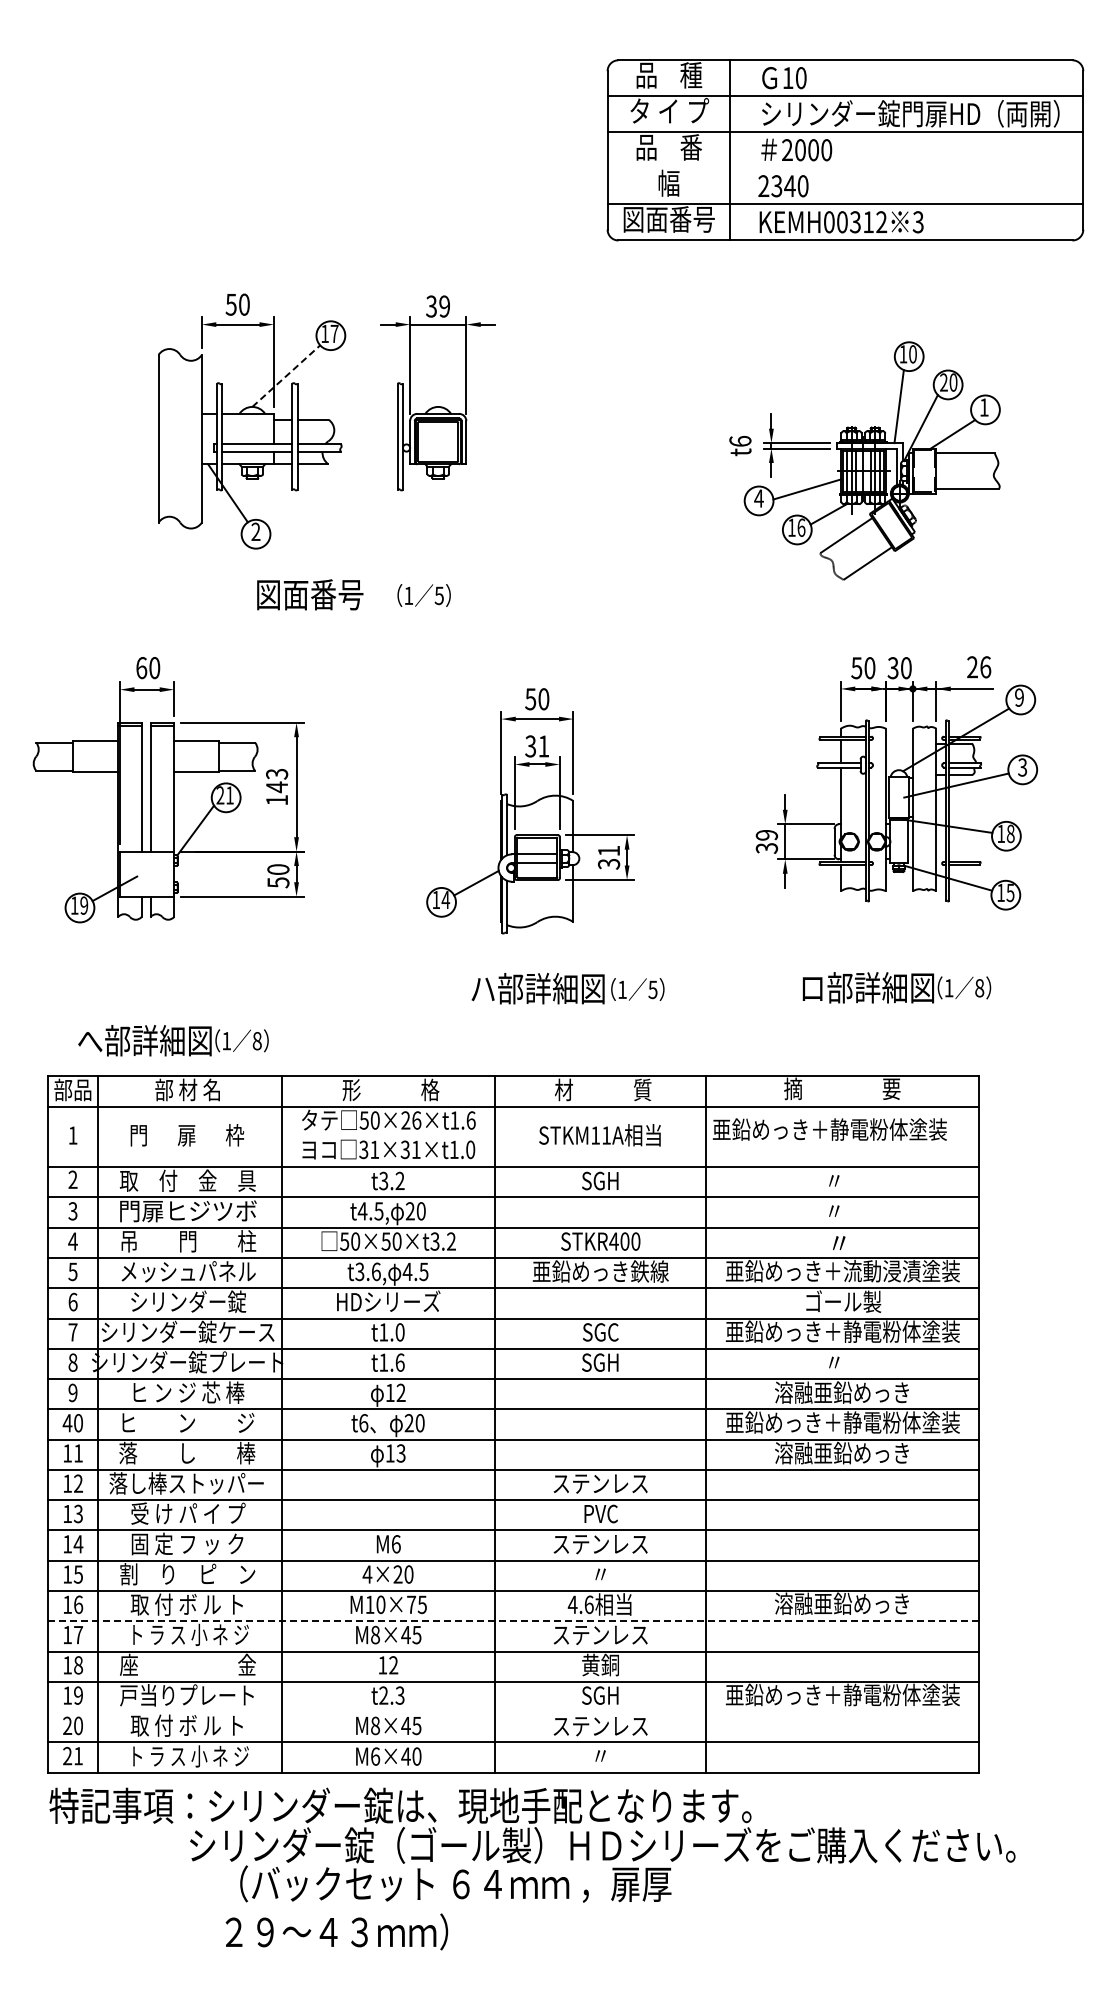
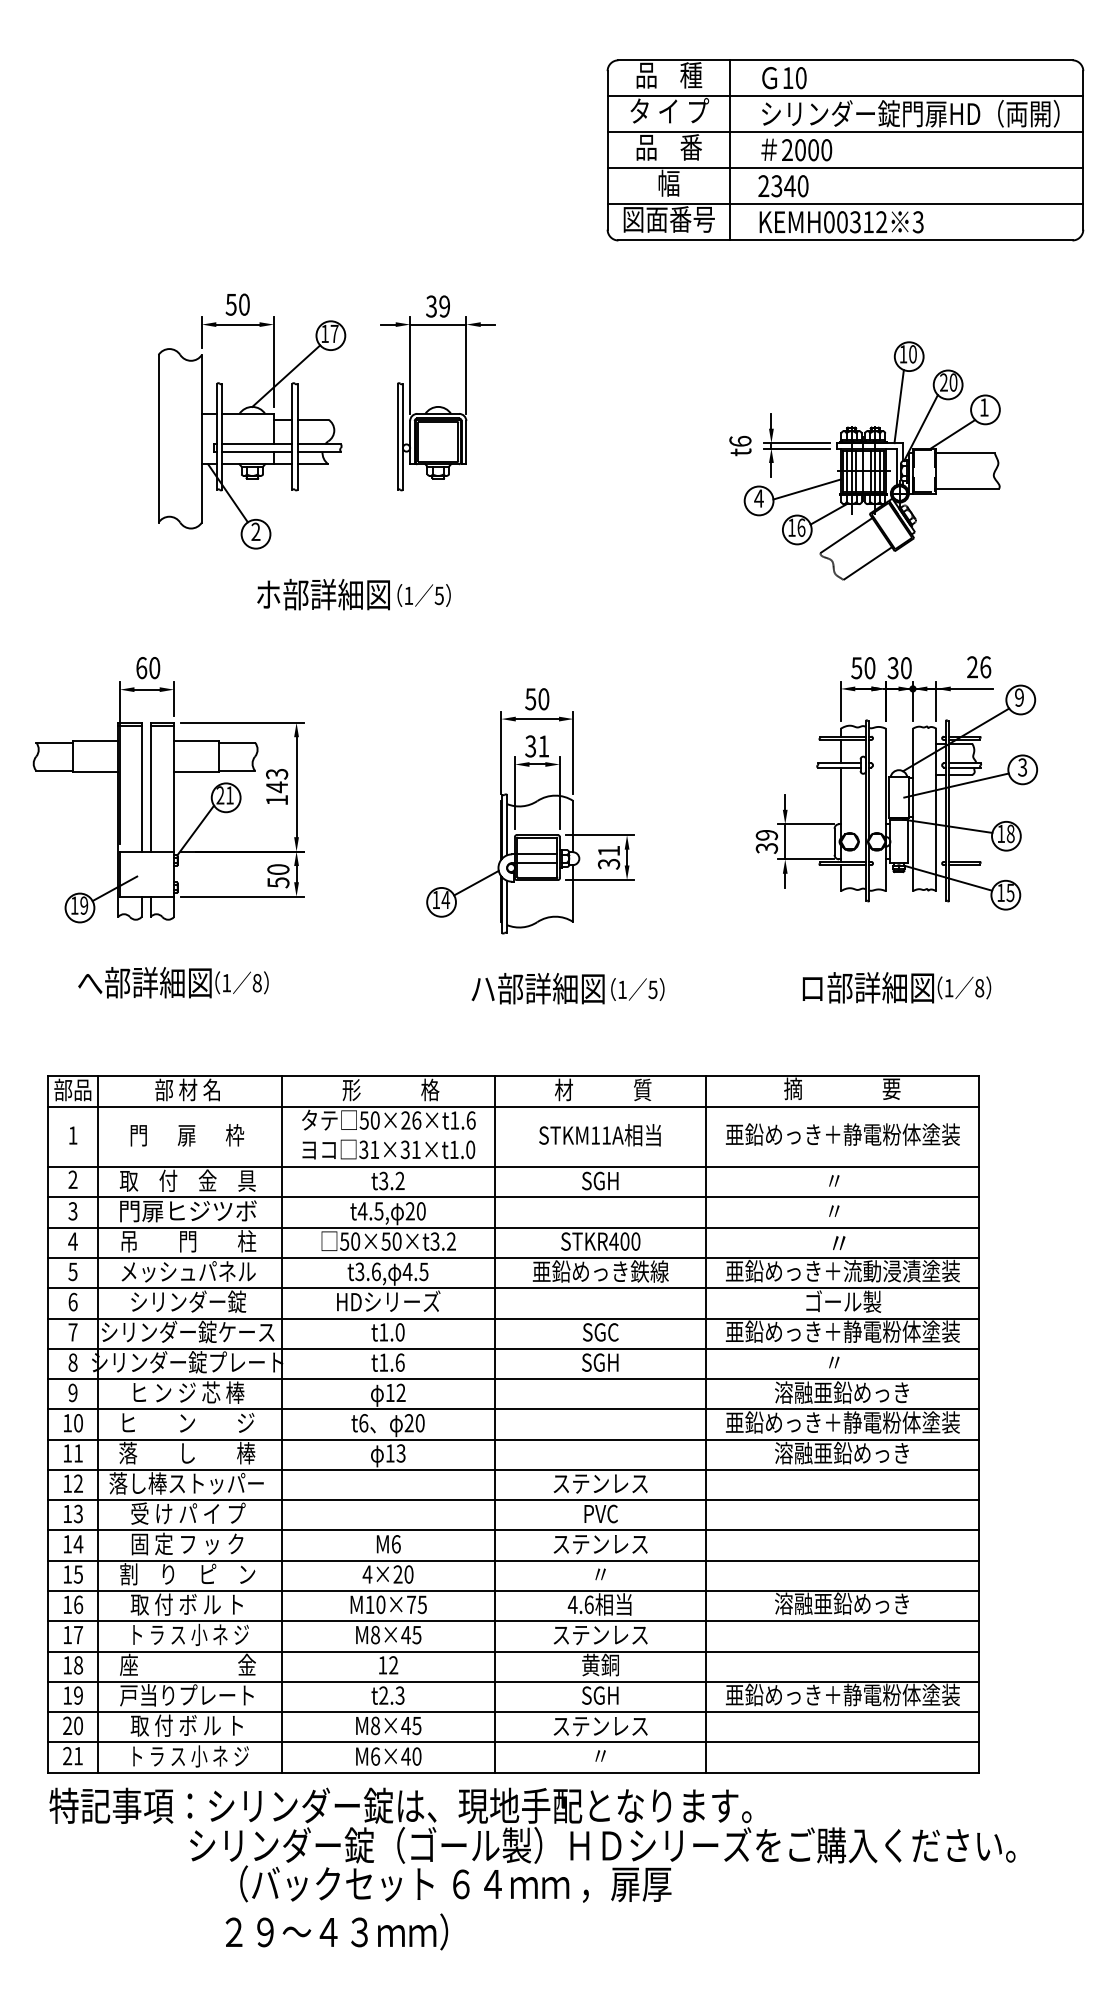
line at (845, 168): none -> present
line at (286, 376): dashed -> solid
text at (323, 594): 図面番号 -> ホ部詳細図
text at (173, 1040) position: (173, 1040) -> (173, 982)
text at (829, 1129) position: (829, 1129) -> (842, 1134)
text at (67, 1423): 40 -> 10
line at (513, 1621): dashed -> solid
line at (513, 1712): none -> present
